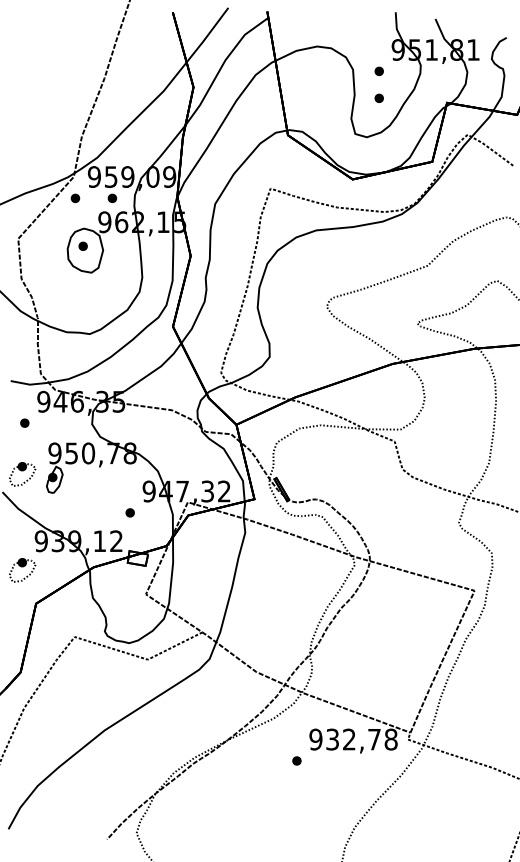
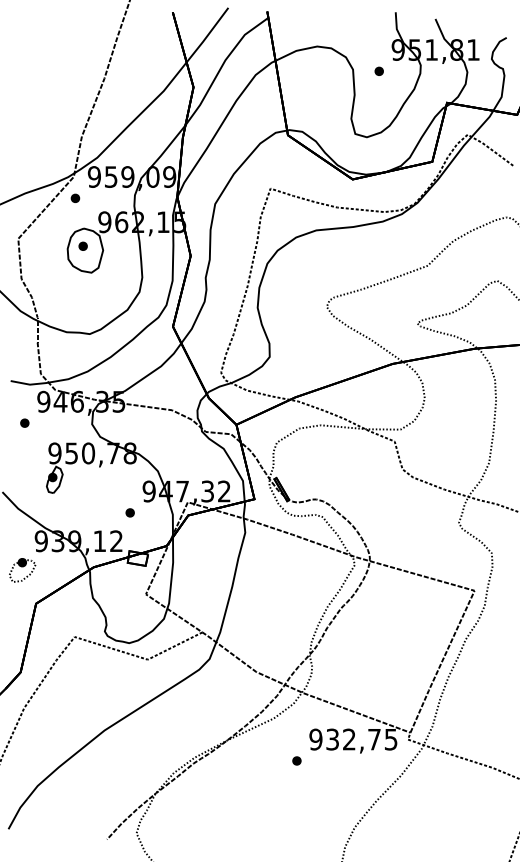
part at (378, 97): present -> none
part at (112, 197): present -> none
part at (22, 474): present -> none
text at (390, 739): 932,78 -> 932,75
